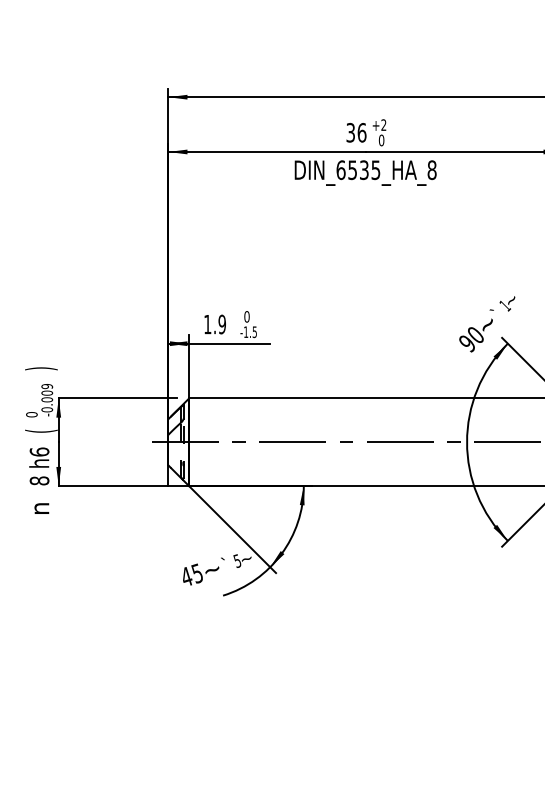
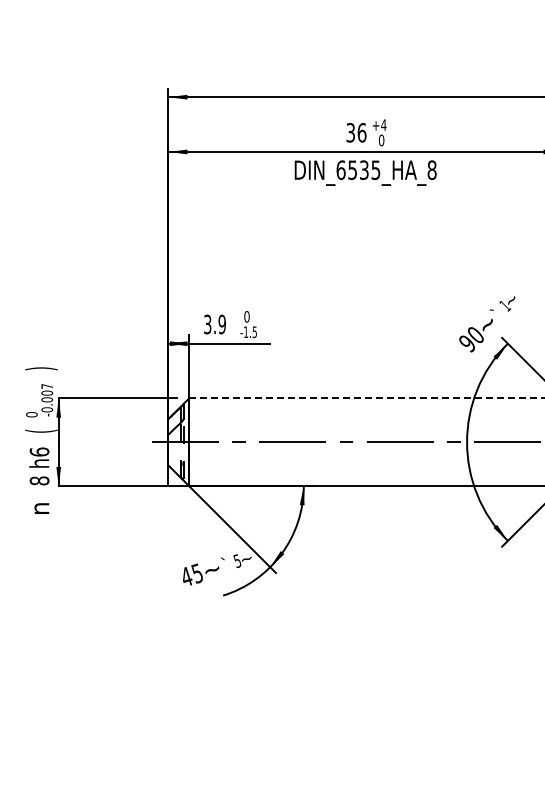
text at (383, 124): +2 -> +4
text at (207, 324): 1.9 -> 3.9
text at (47, 386): -0.009 -> -0.007
line at (366, 398): solid -> dashed
